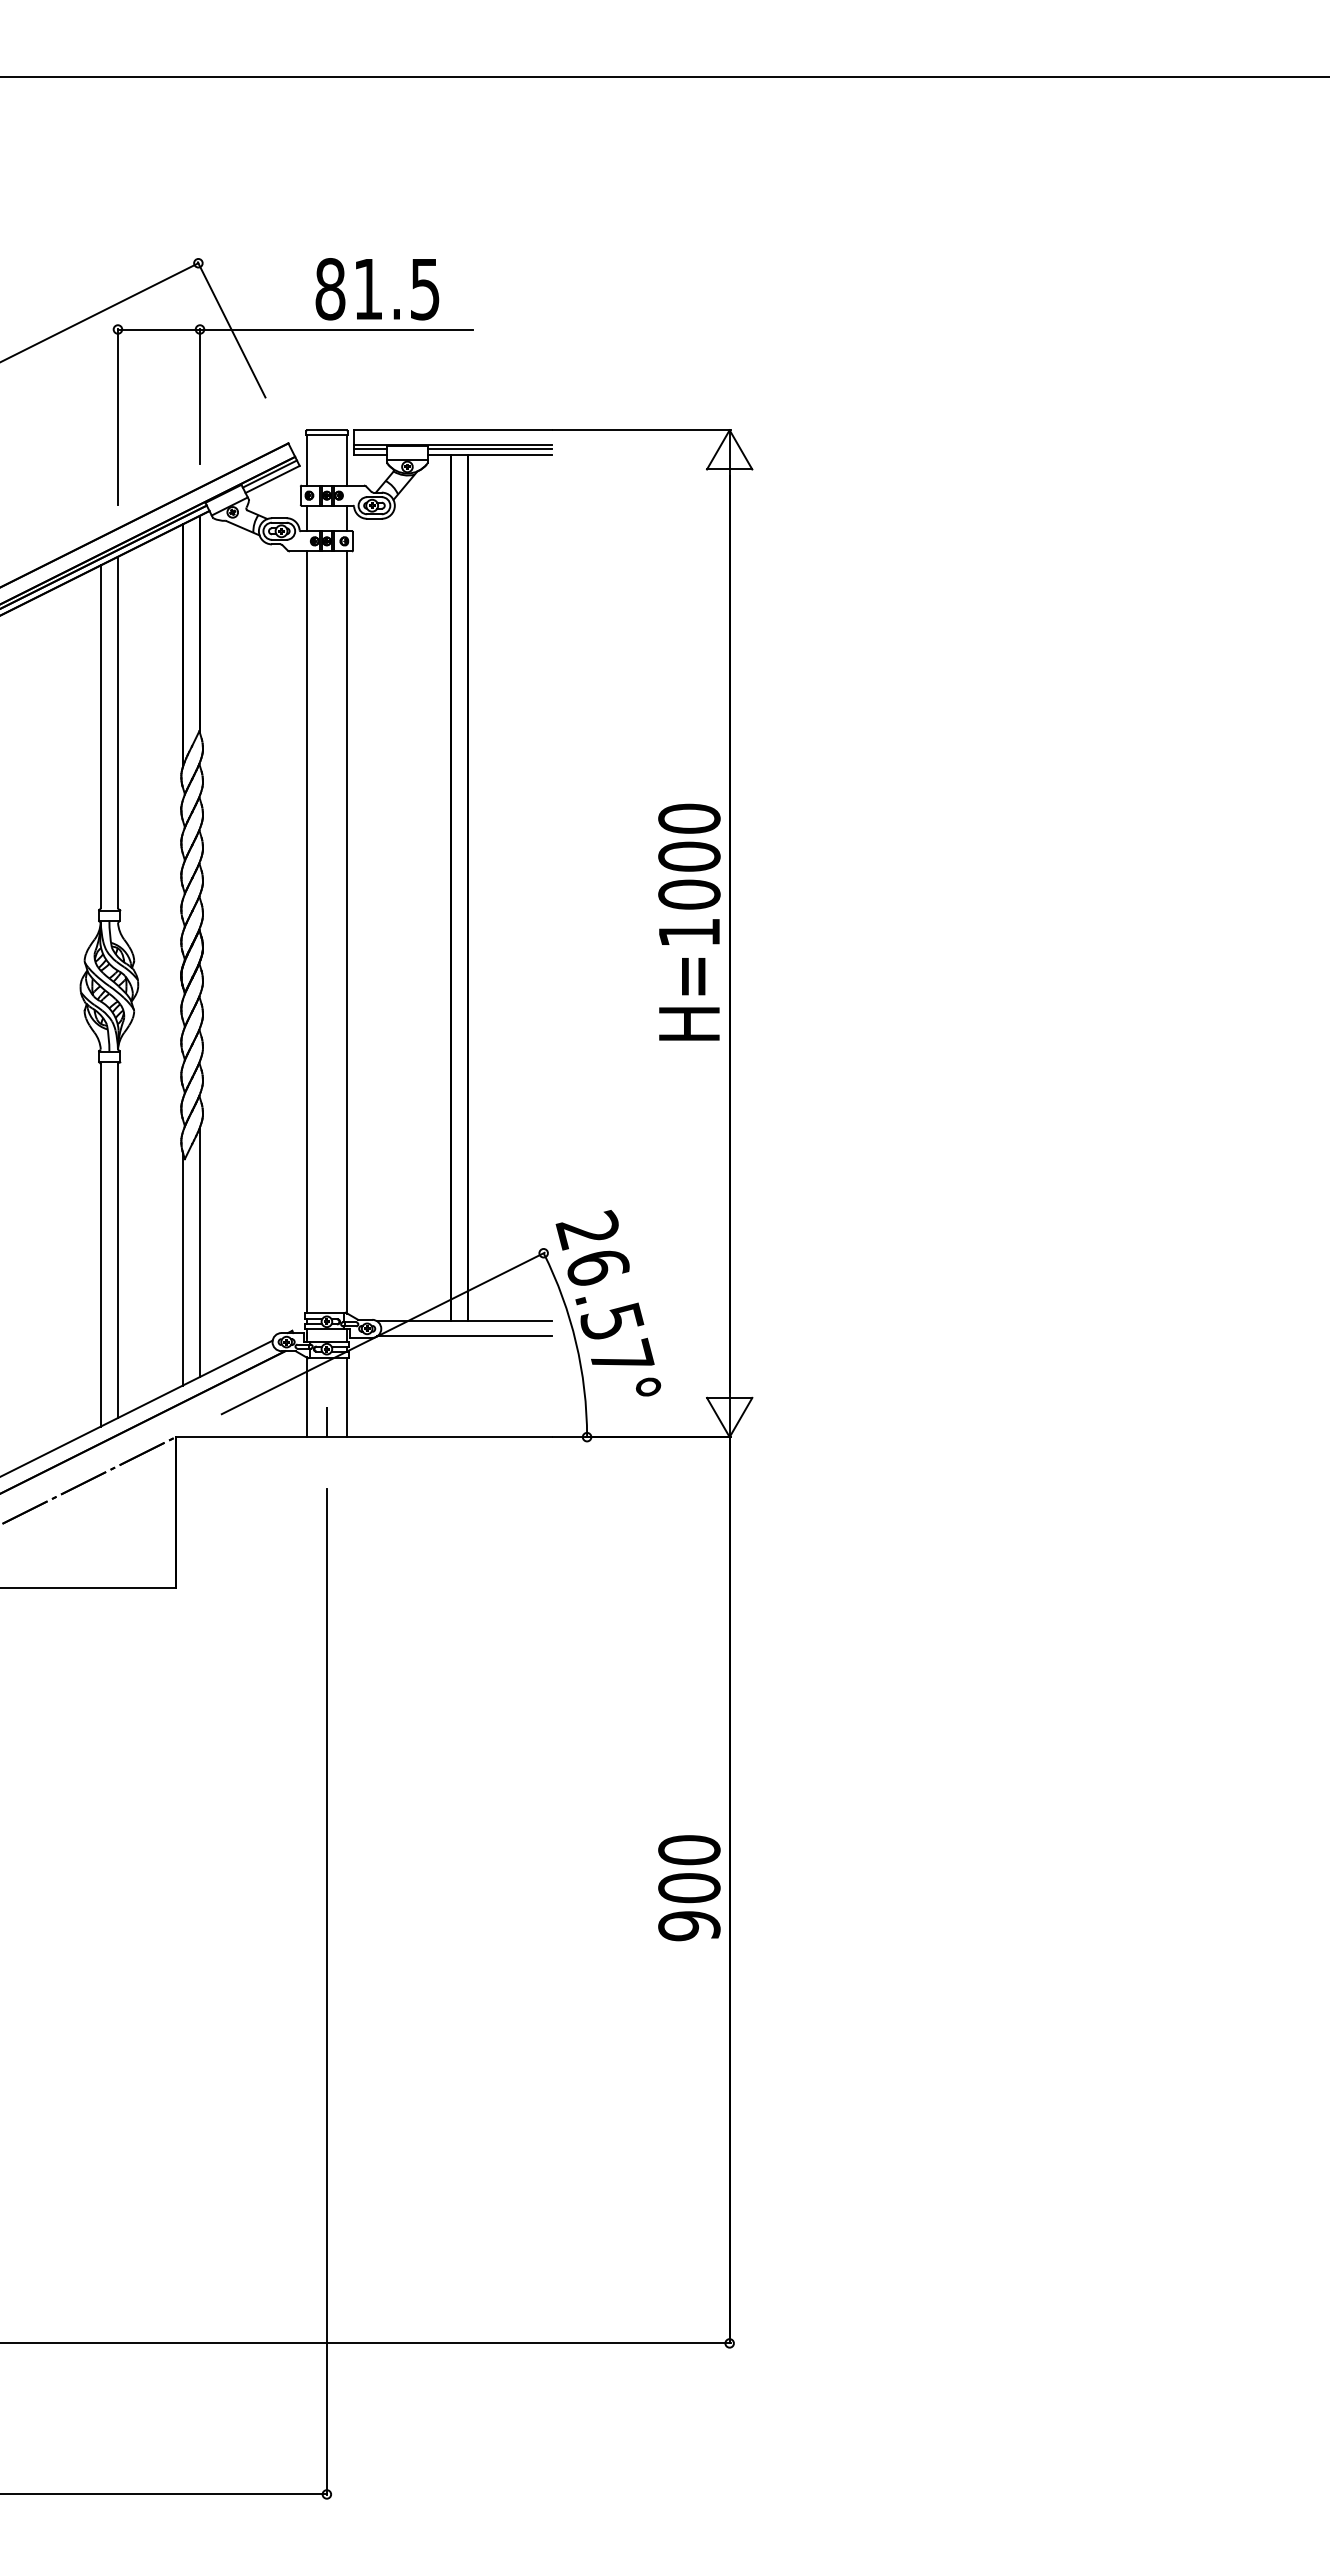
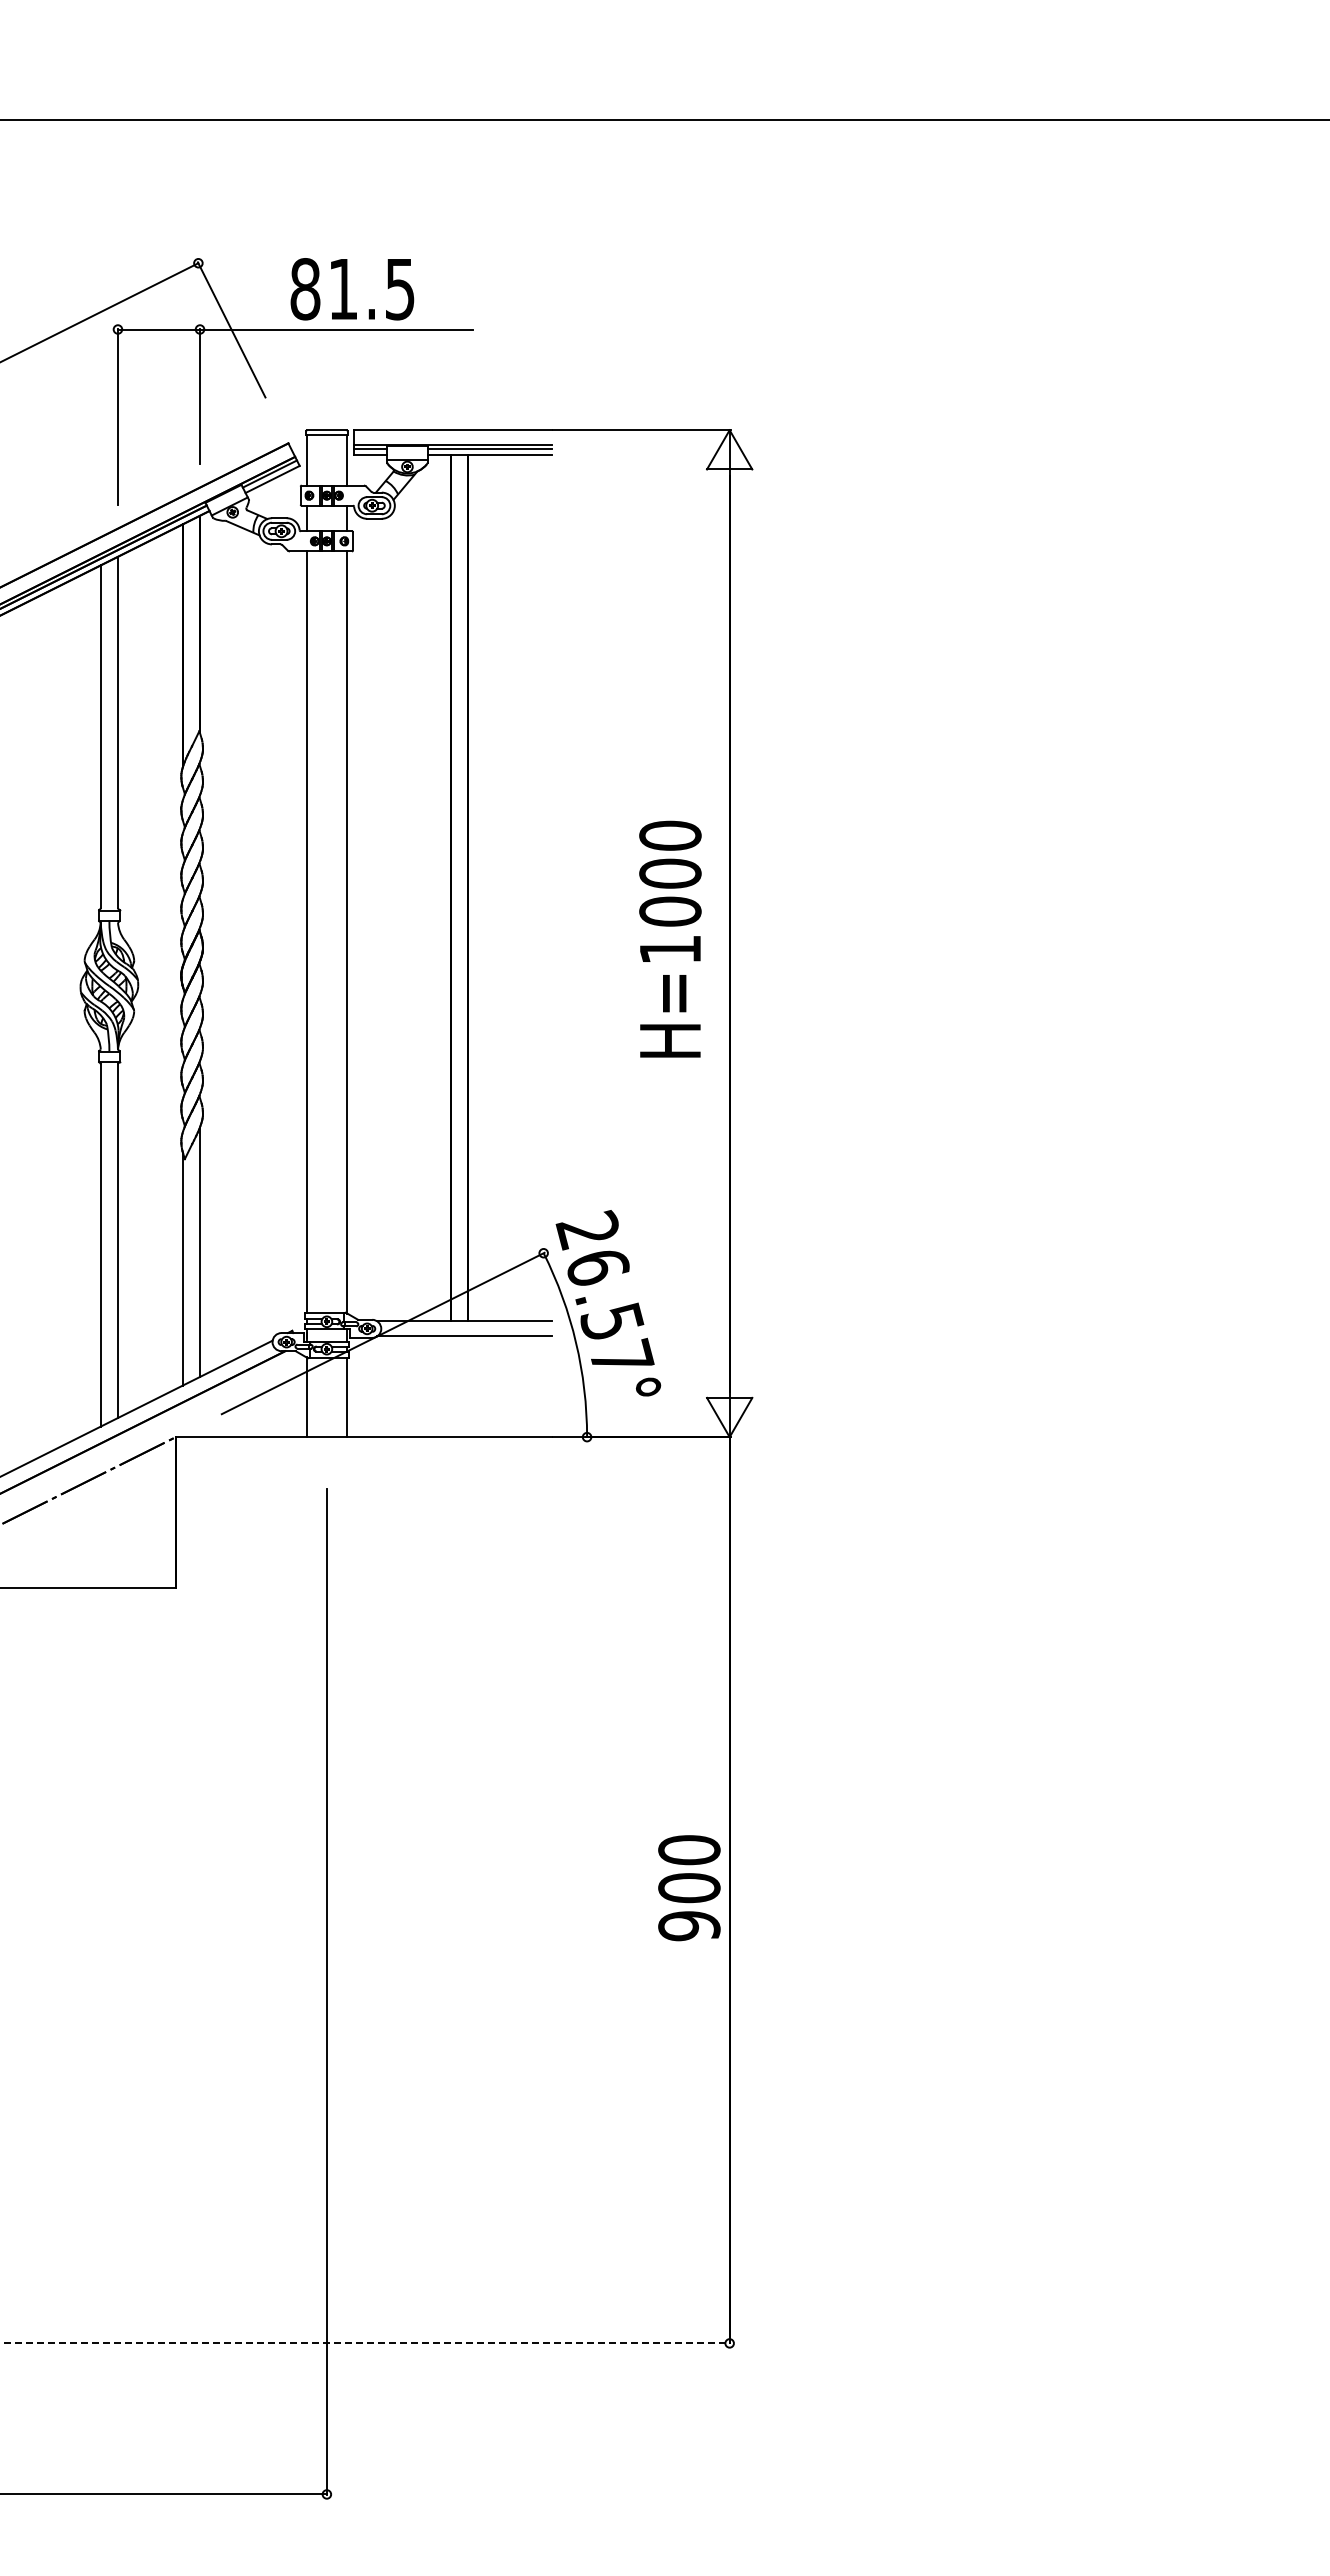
line at (664, 77) position: (664, 77) -> (664, 120)
text at (377, 289) position: (377, 289) -> (352, 289)
text at (689, 921) position: (689, 921) -> (670, 938)
line at (326, 1422): present -> none
line at (365, 2343): solid -> dashed
